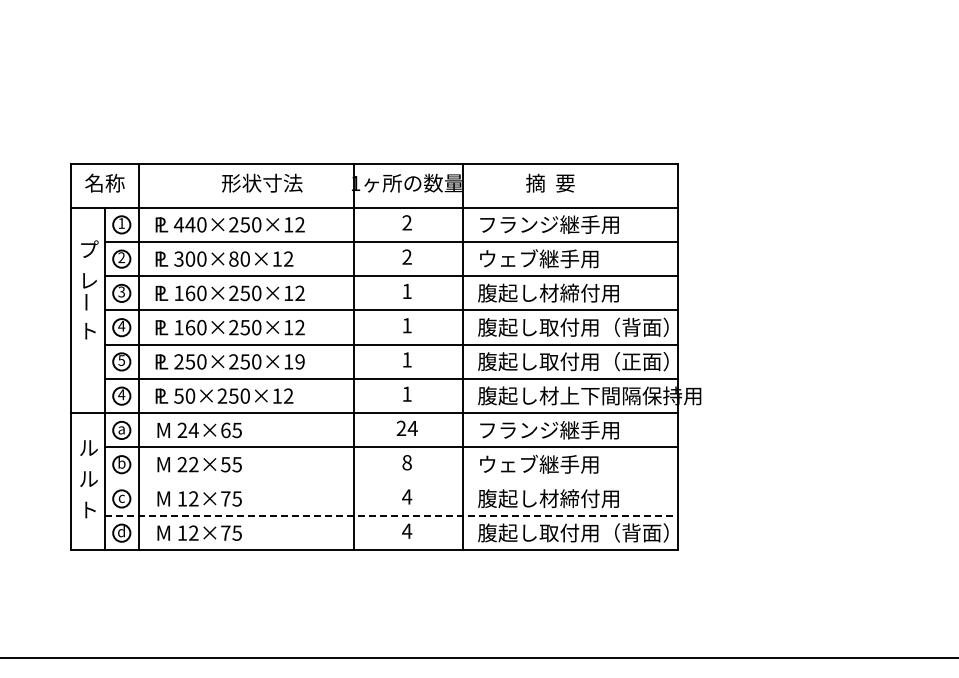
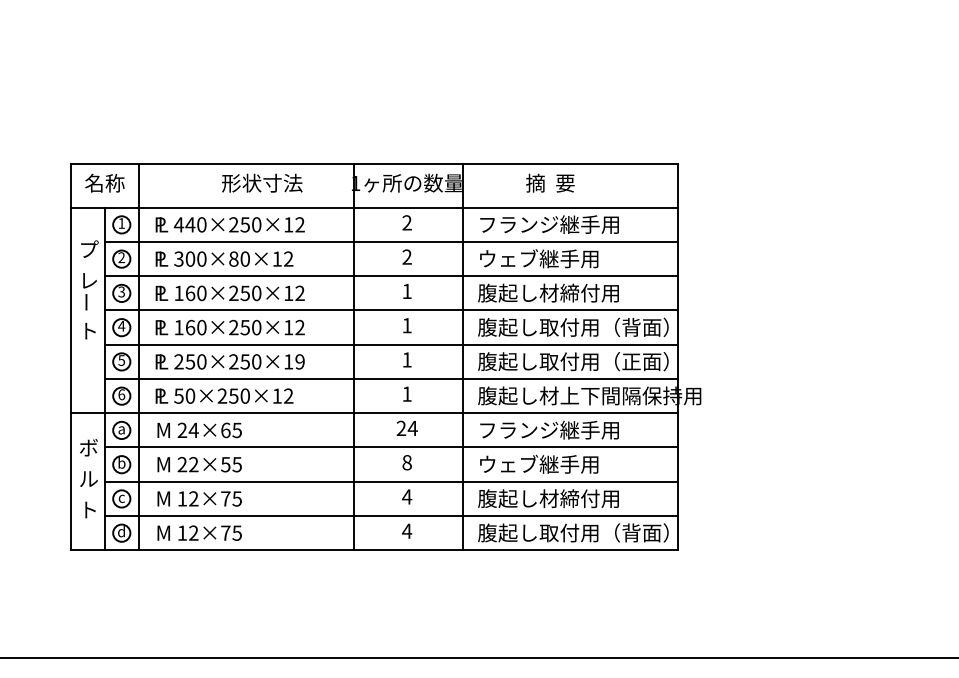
text at (121, 394): 4 -> 6
text at (88, 447): ル -> ボ
line at (391, 481): none -> present
line at (391, 515): dashed -> solid
